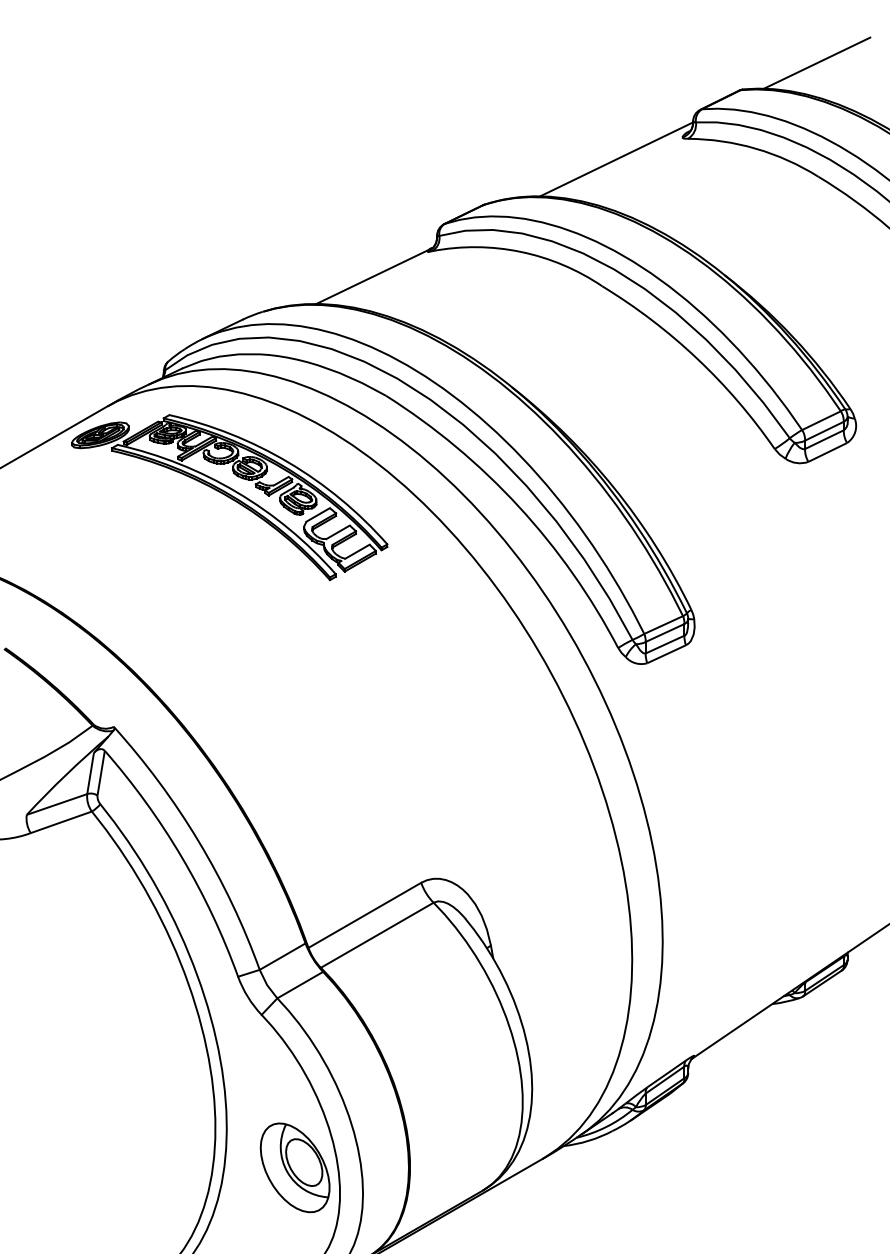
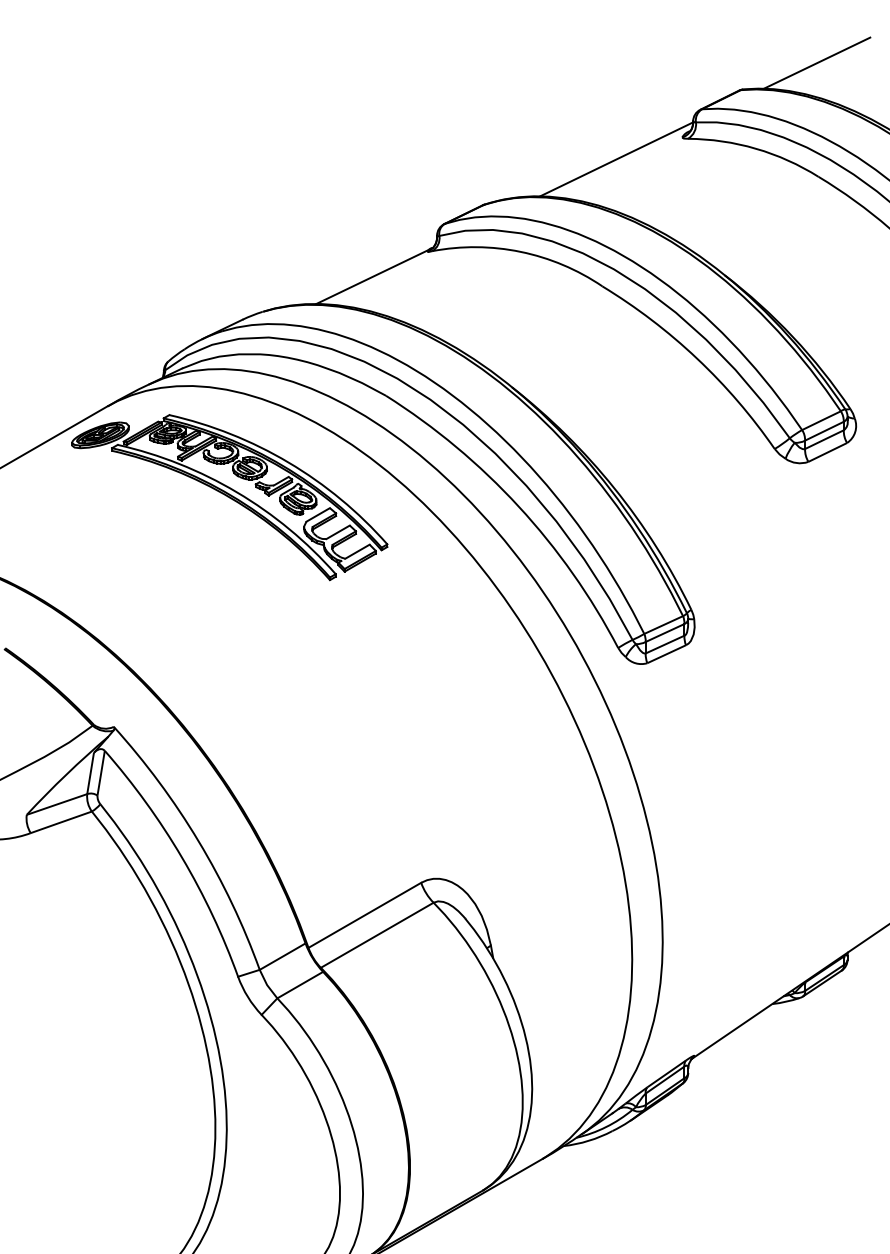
part at (294, 1167): present -> none
